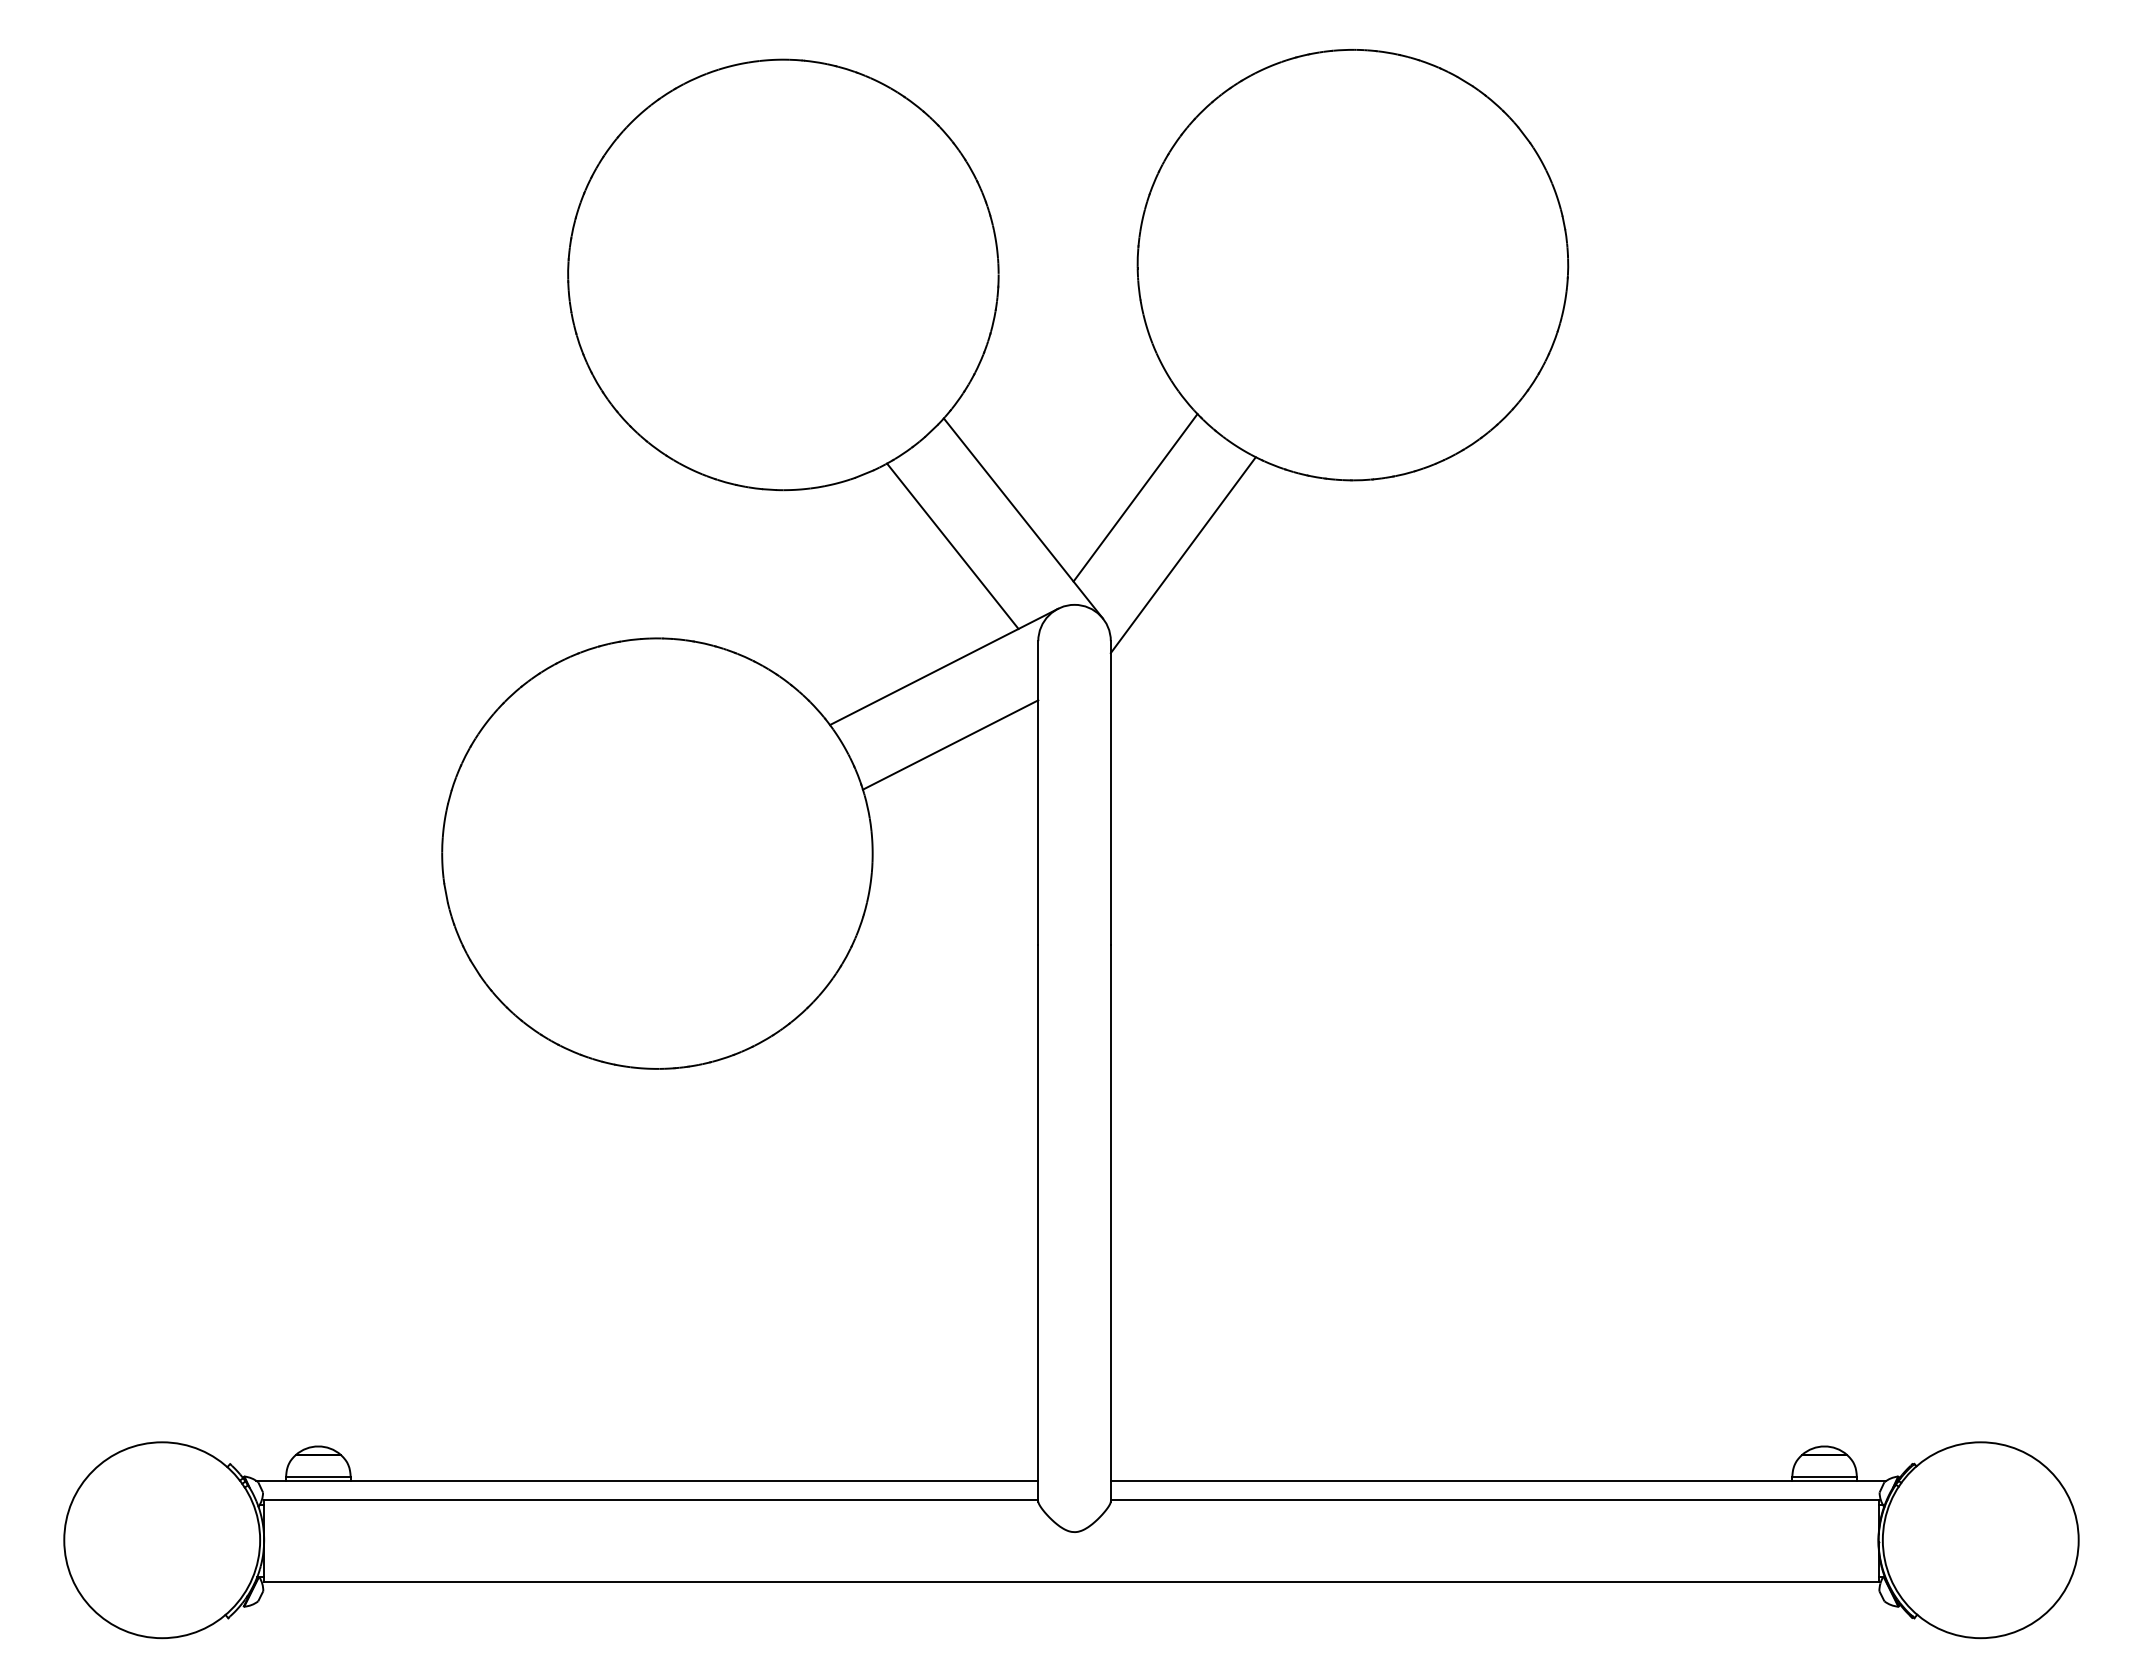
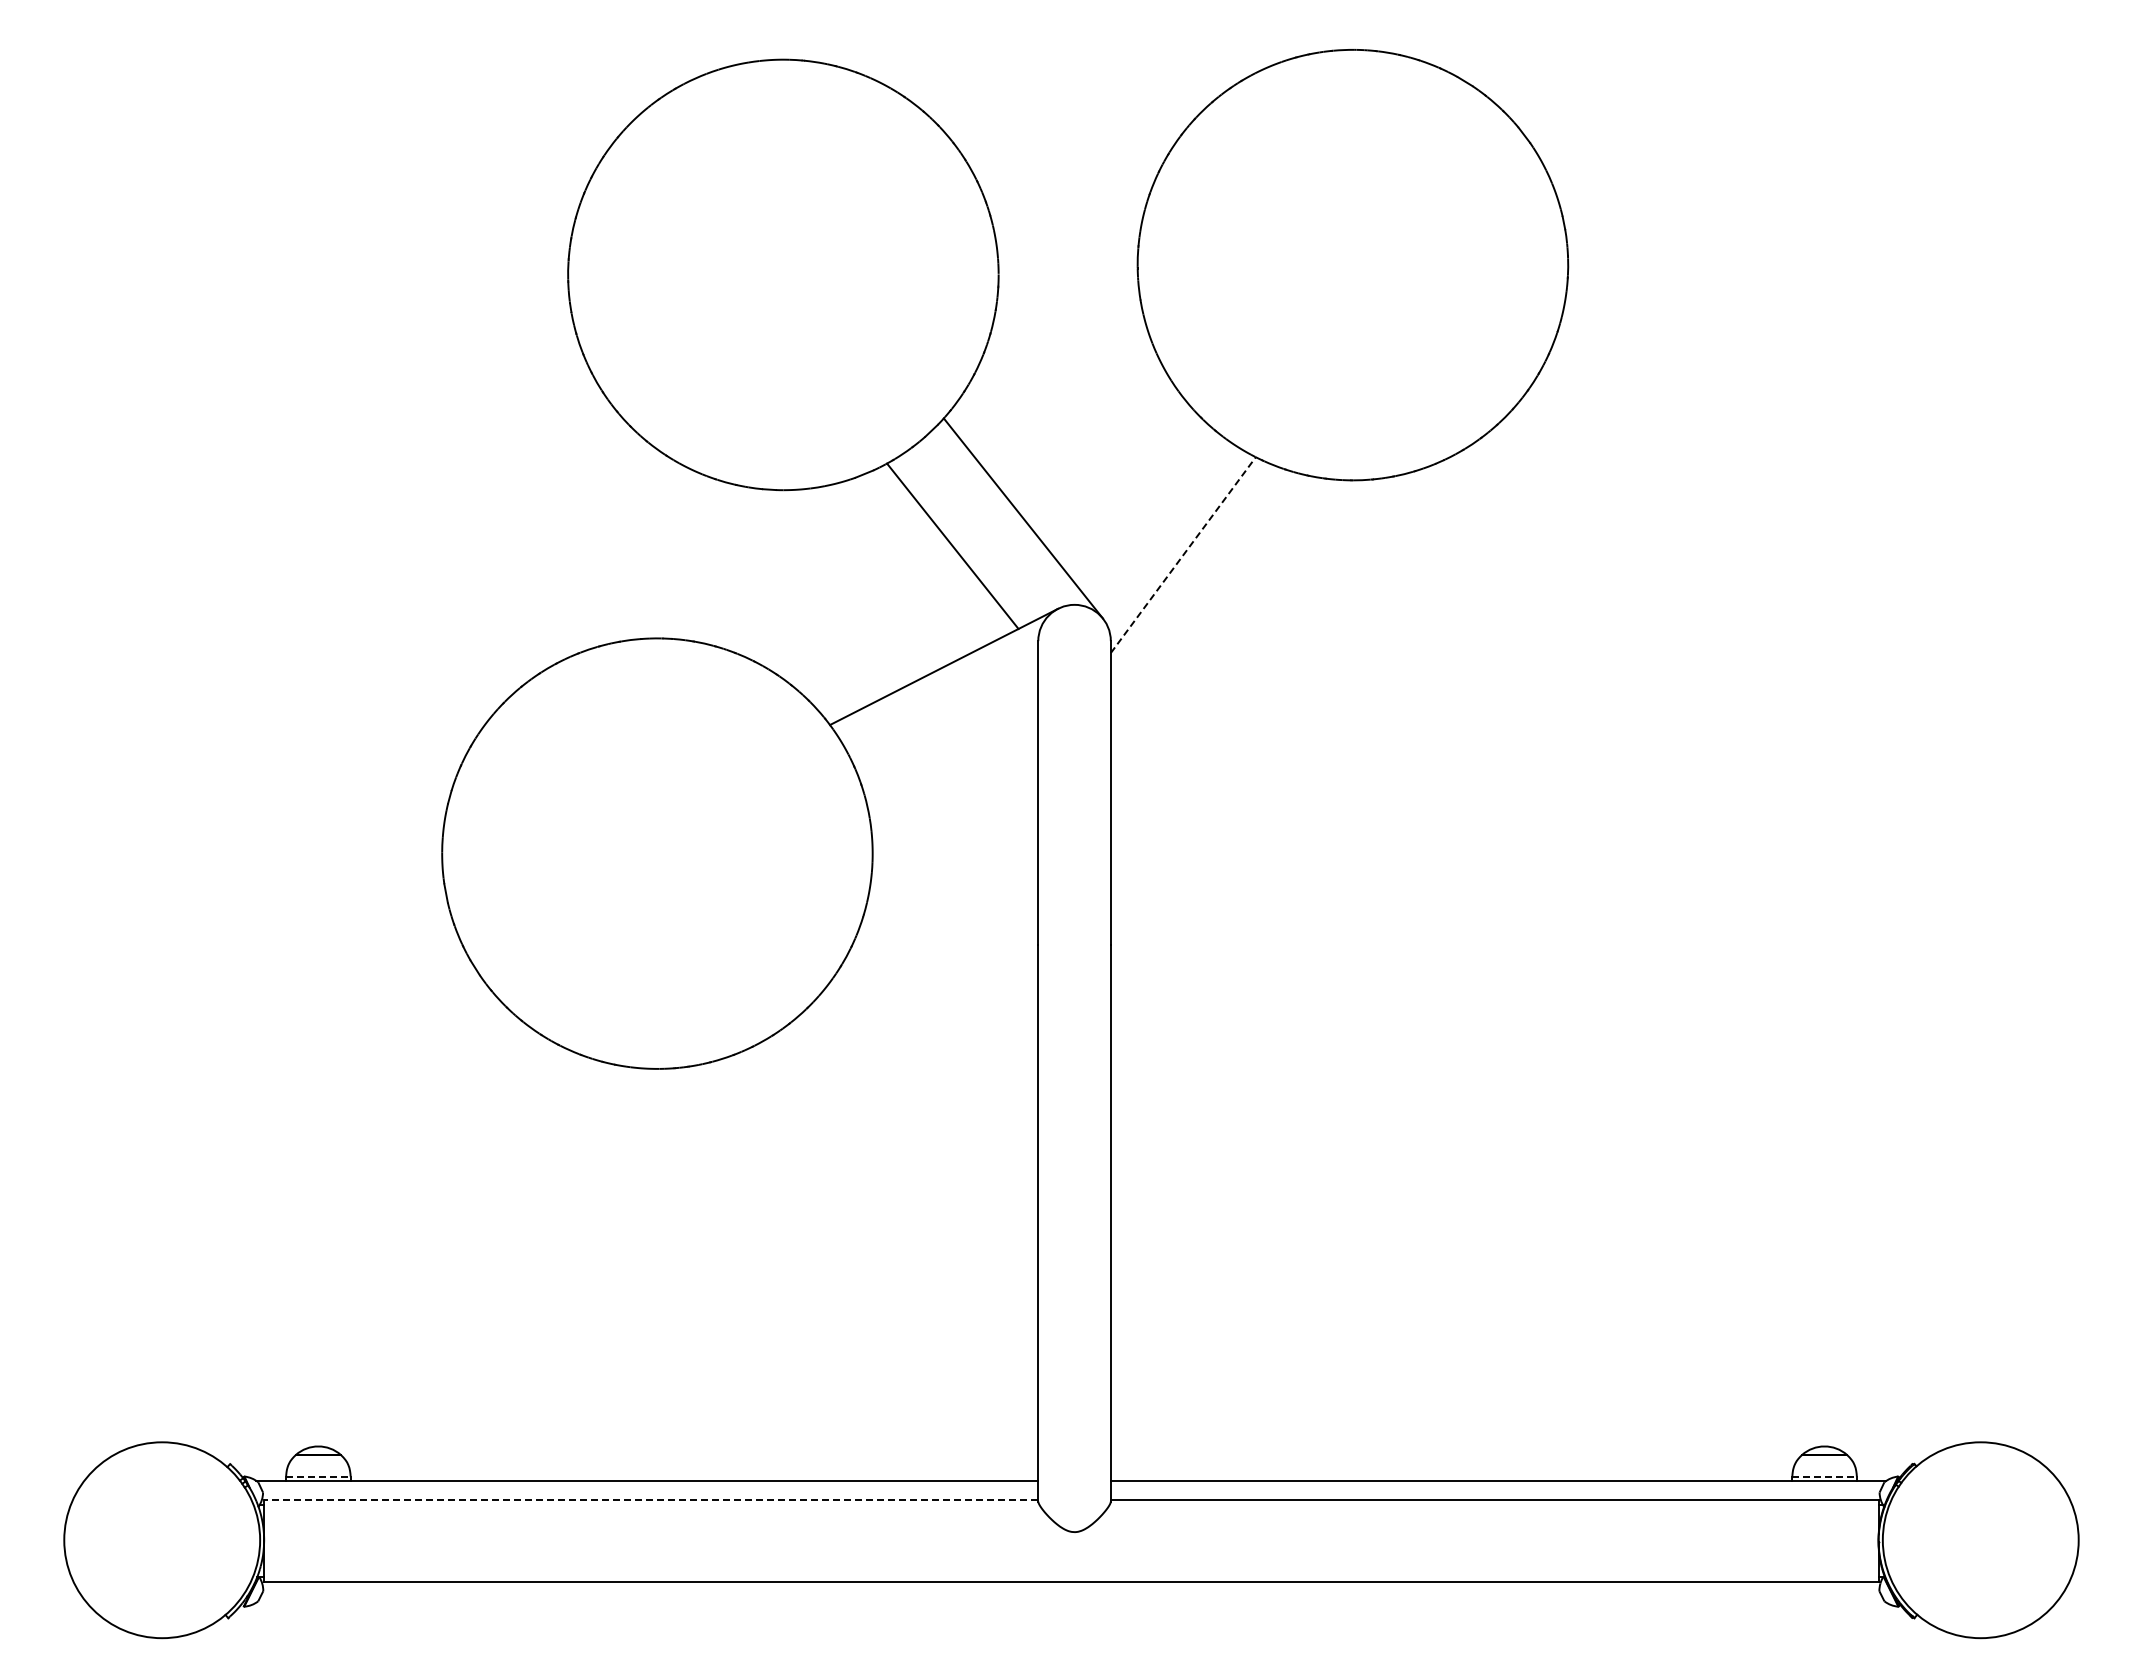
line at (1135, 497): present -> none
line at (1183, 555): solid -> dashed
line at (950, 744): present -> none
line at (318, 1476): solid -> dashed
line at (1825, 1476): solid -> dashed
line at (650, 1500): solid -> dashed
